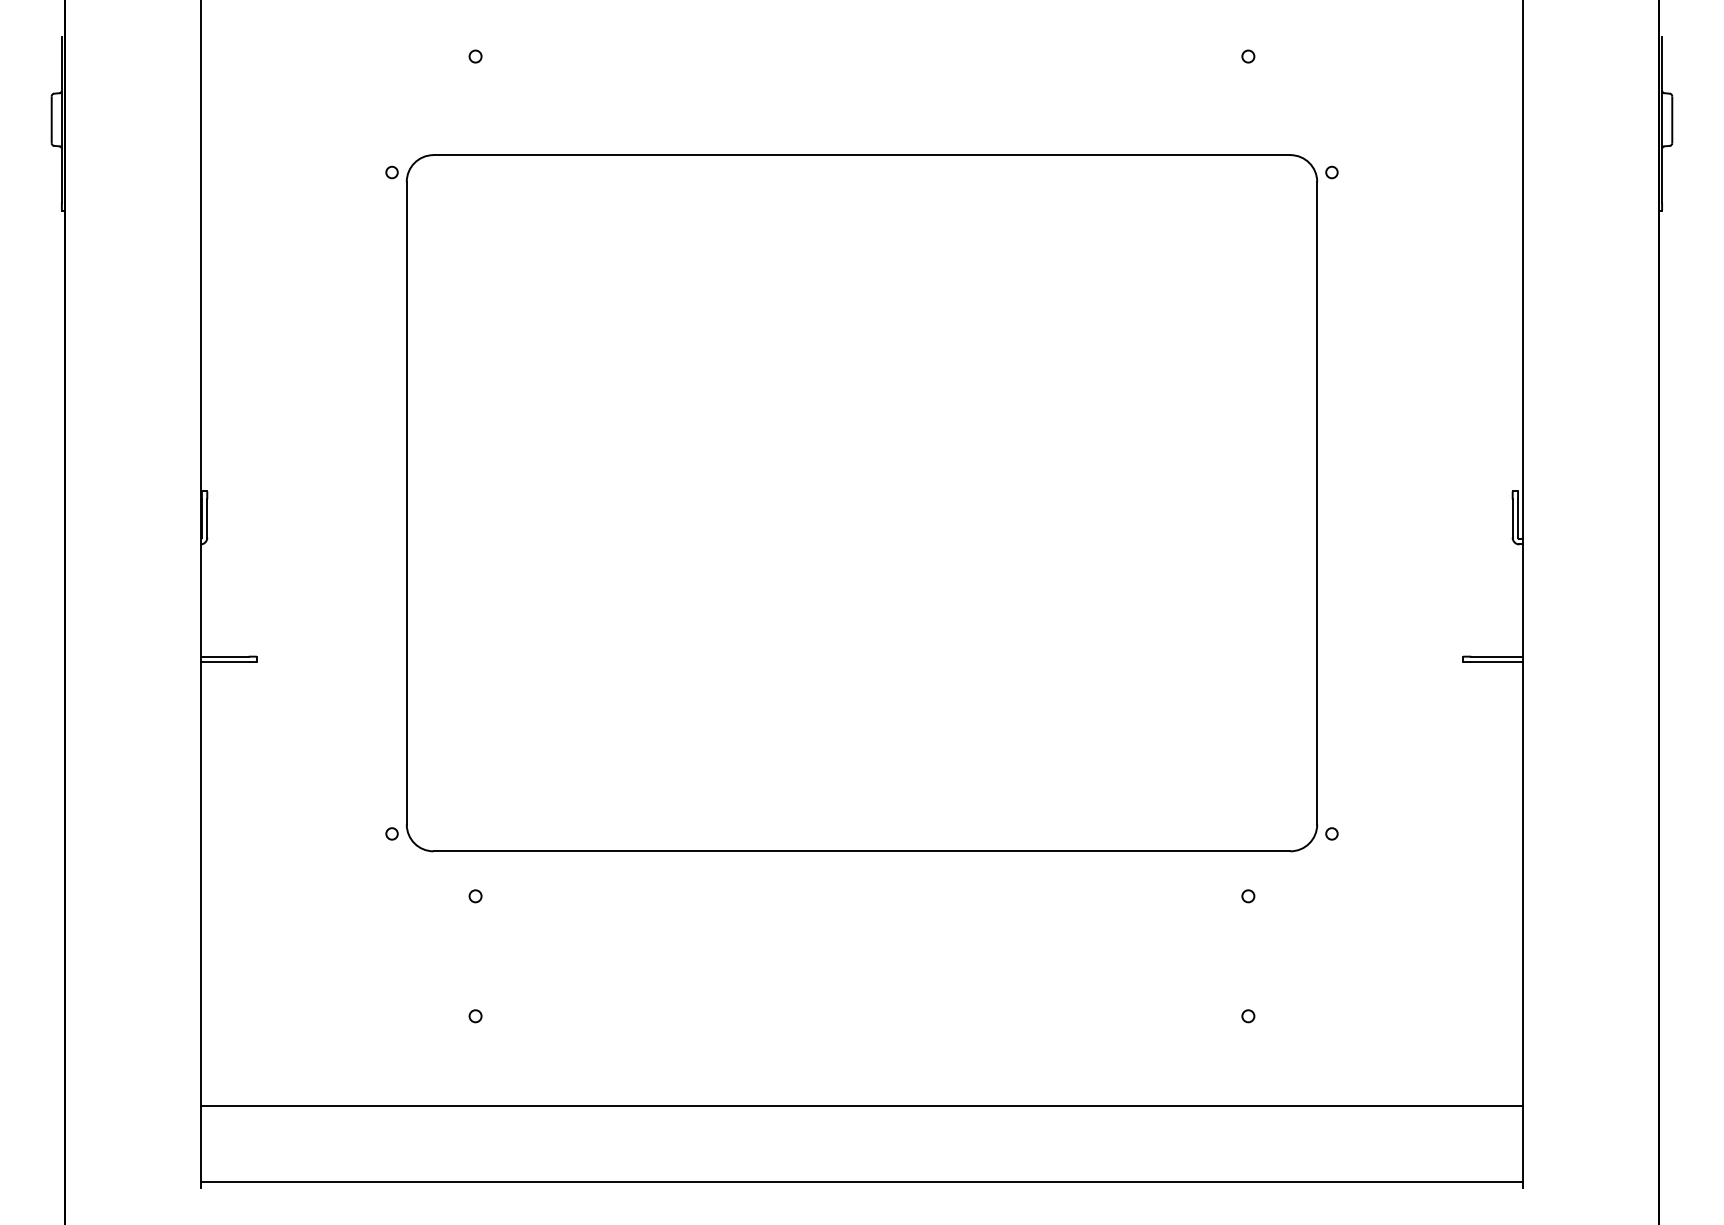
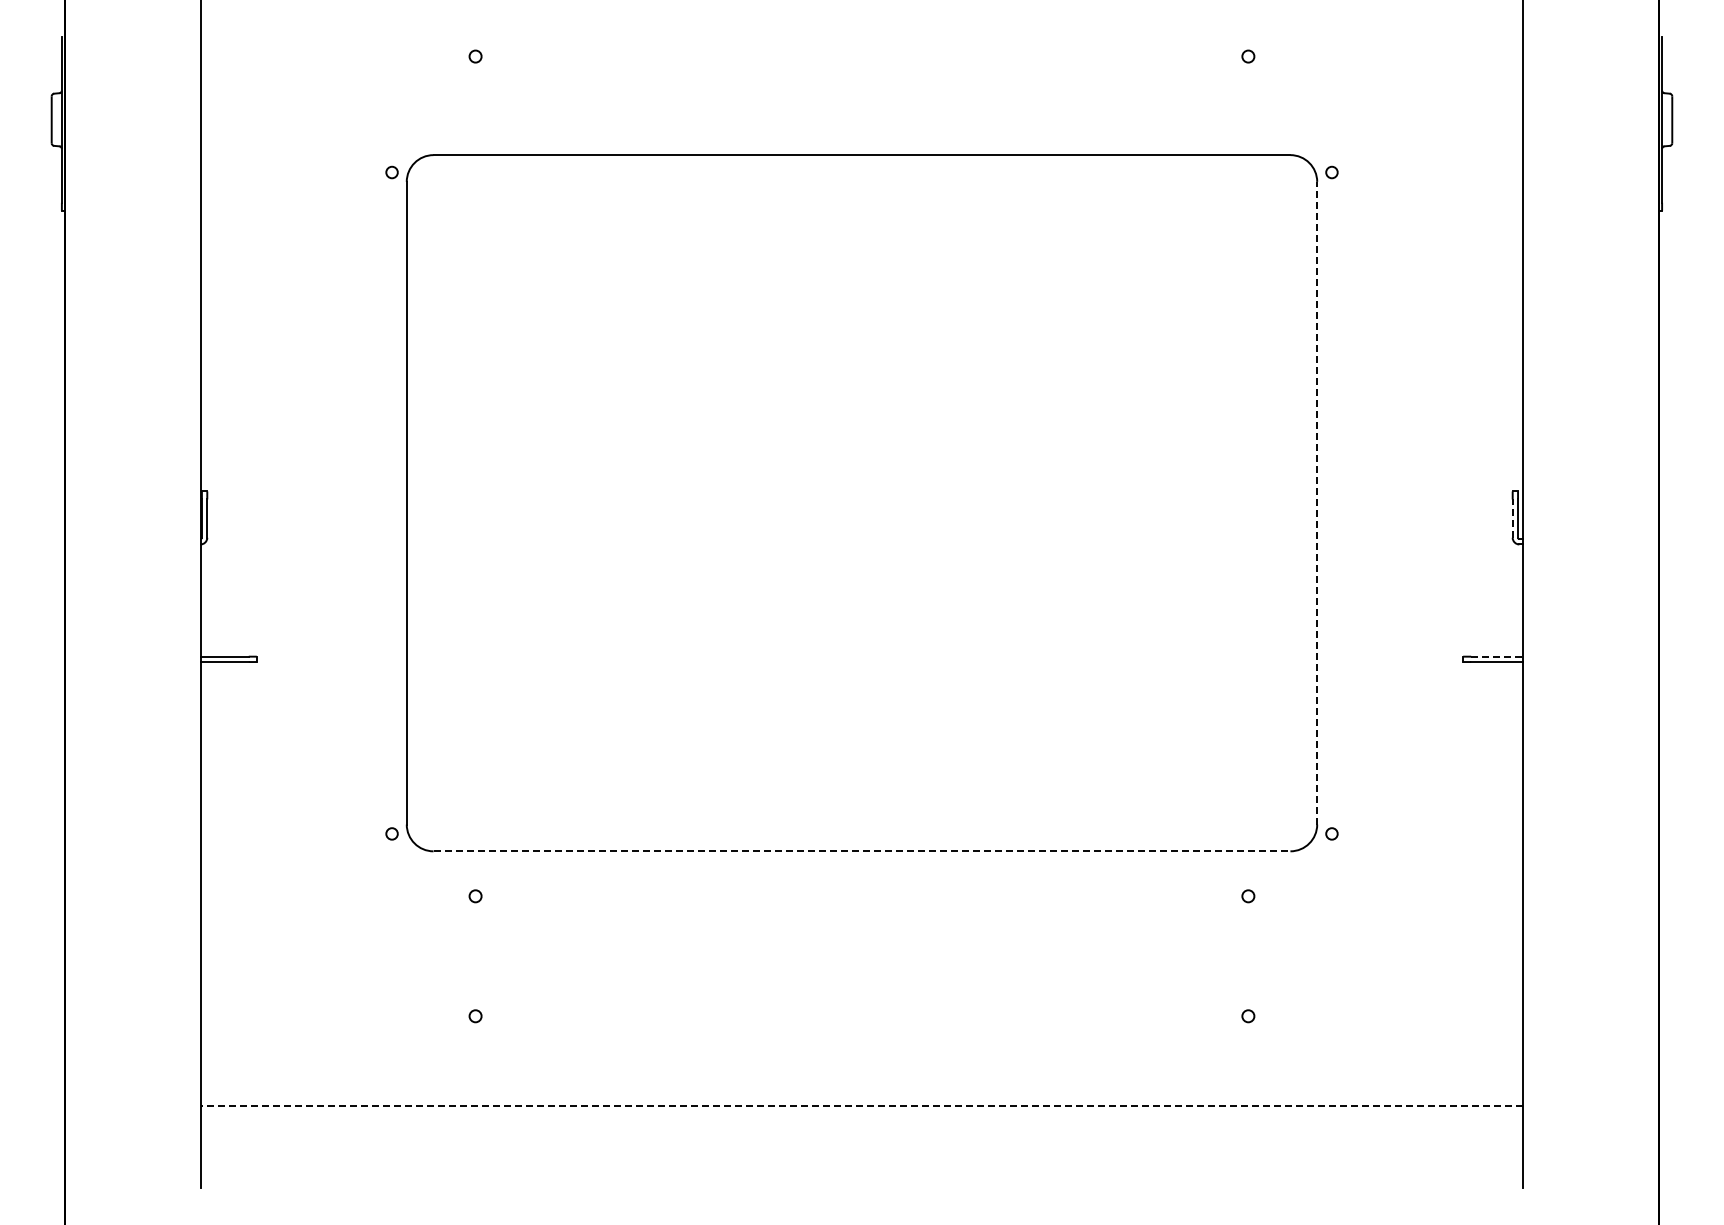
line at (1317, 502): solid -> dashed
line at (1512, 518): solid -> dashed
line at (1497, 656): solid -> dashed
line at (862, 851): solid -> dashed
line at (861, 1106): solid -> dashed
line at (861, 1181): present -> none
